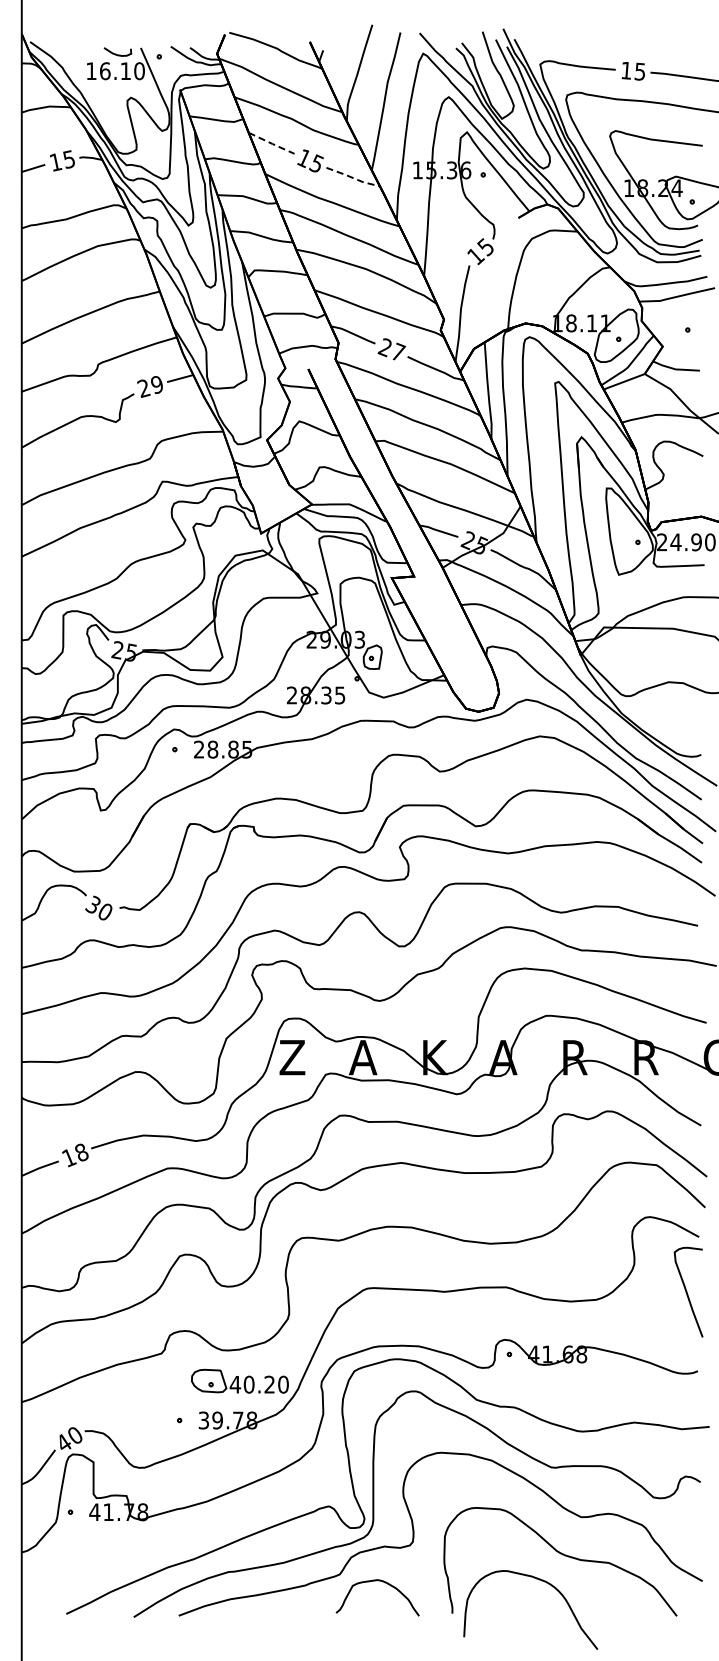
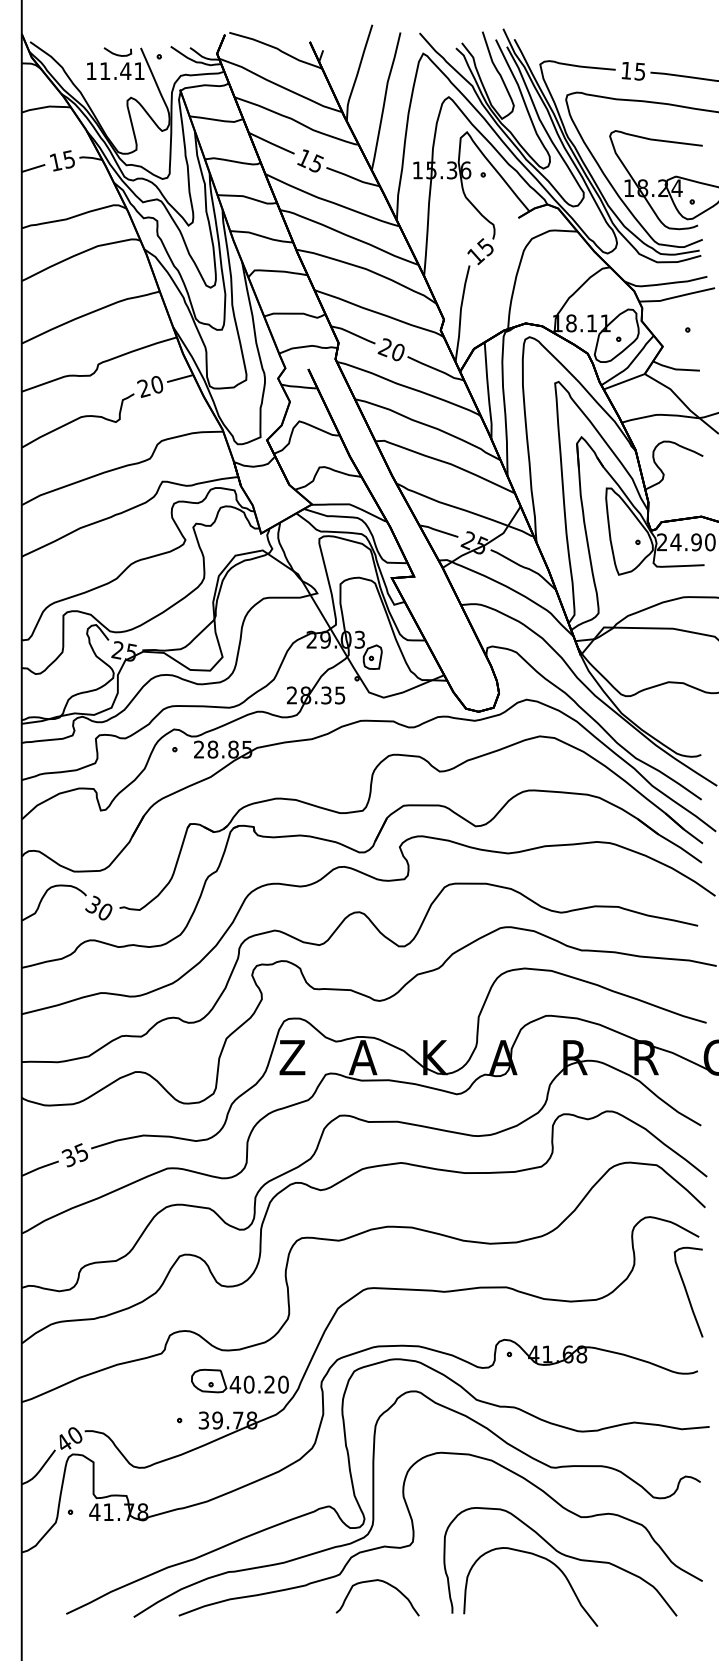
text at (122, 71): 16.10 -> 11.41
line at (272, 143): dashed -> solid
line at (352, 177): dashed -> solid
text at (398, 351): 27 -> 20
text at (157, 385): 29 -> 20
text at (74, 1155): 18 -> 35
curve at (541, 1581) position: (541, 1581) -> (541, 1558)
